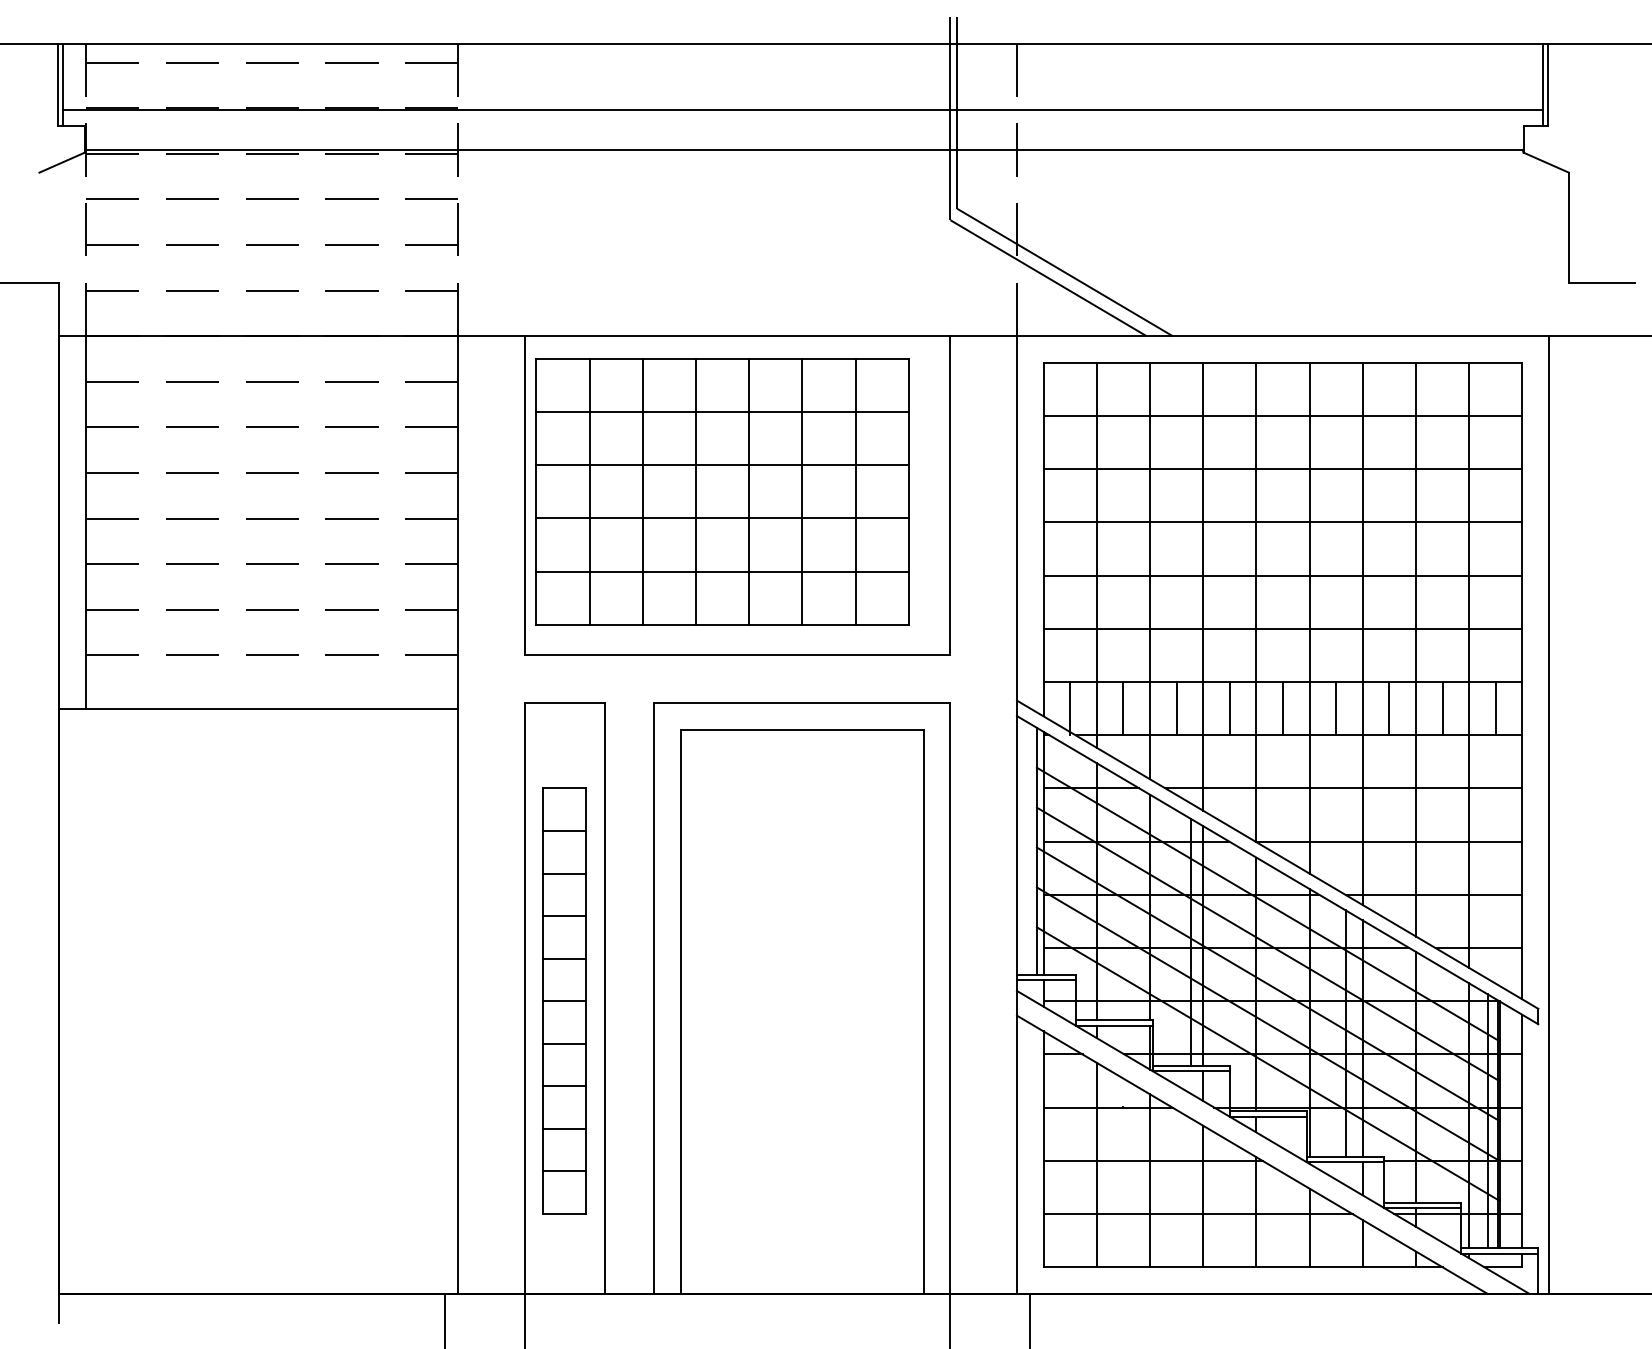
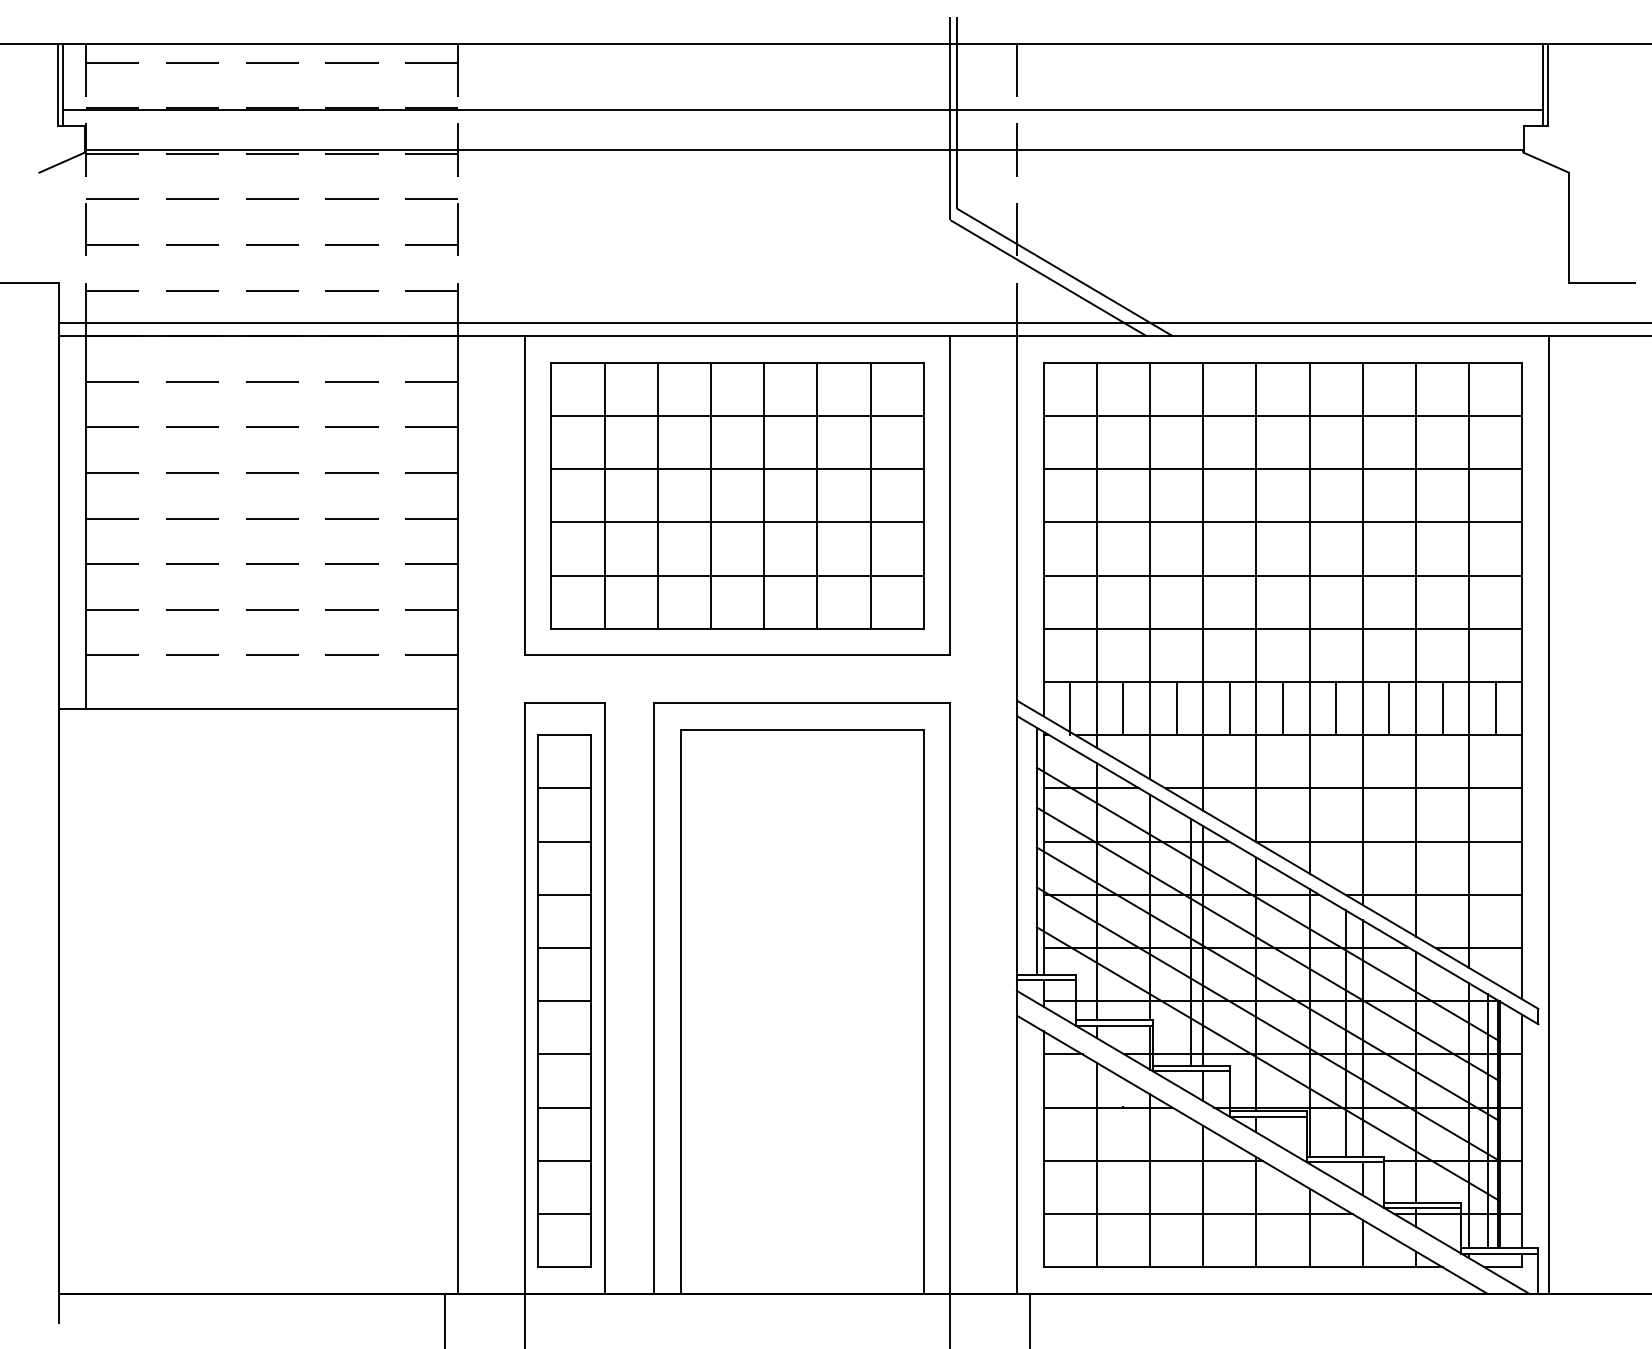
line at (853, 322): none -> present
part at (722, 491) position: (722, 491) -> (737, 495)
part at (564, 1000) size: 45x428 px -> 55x534 px
